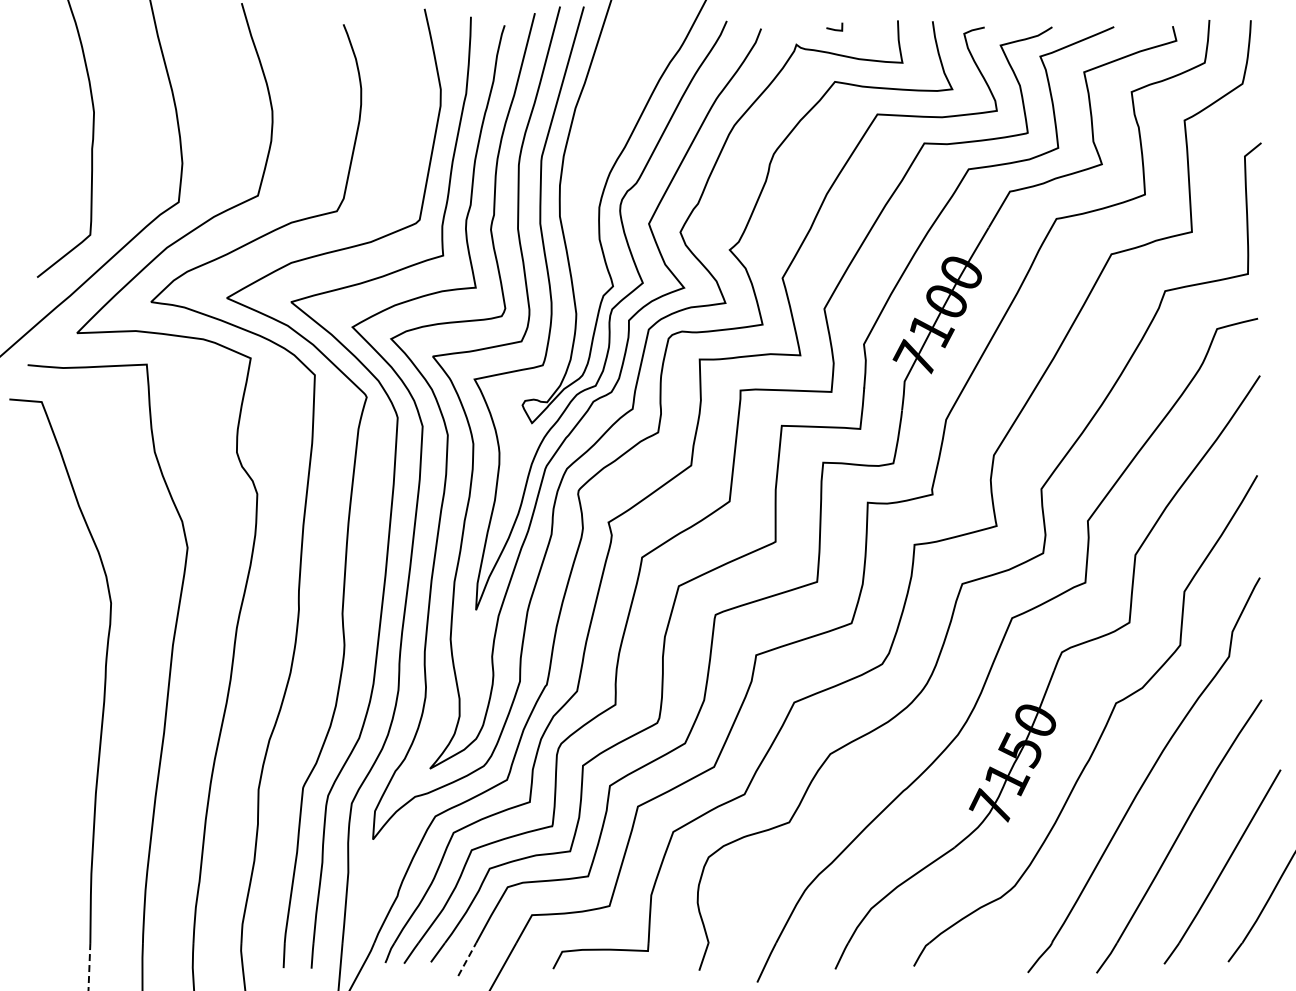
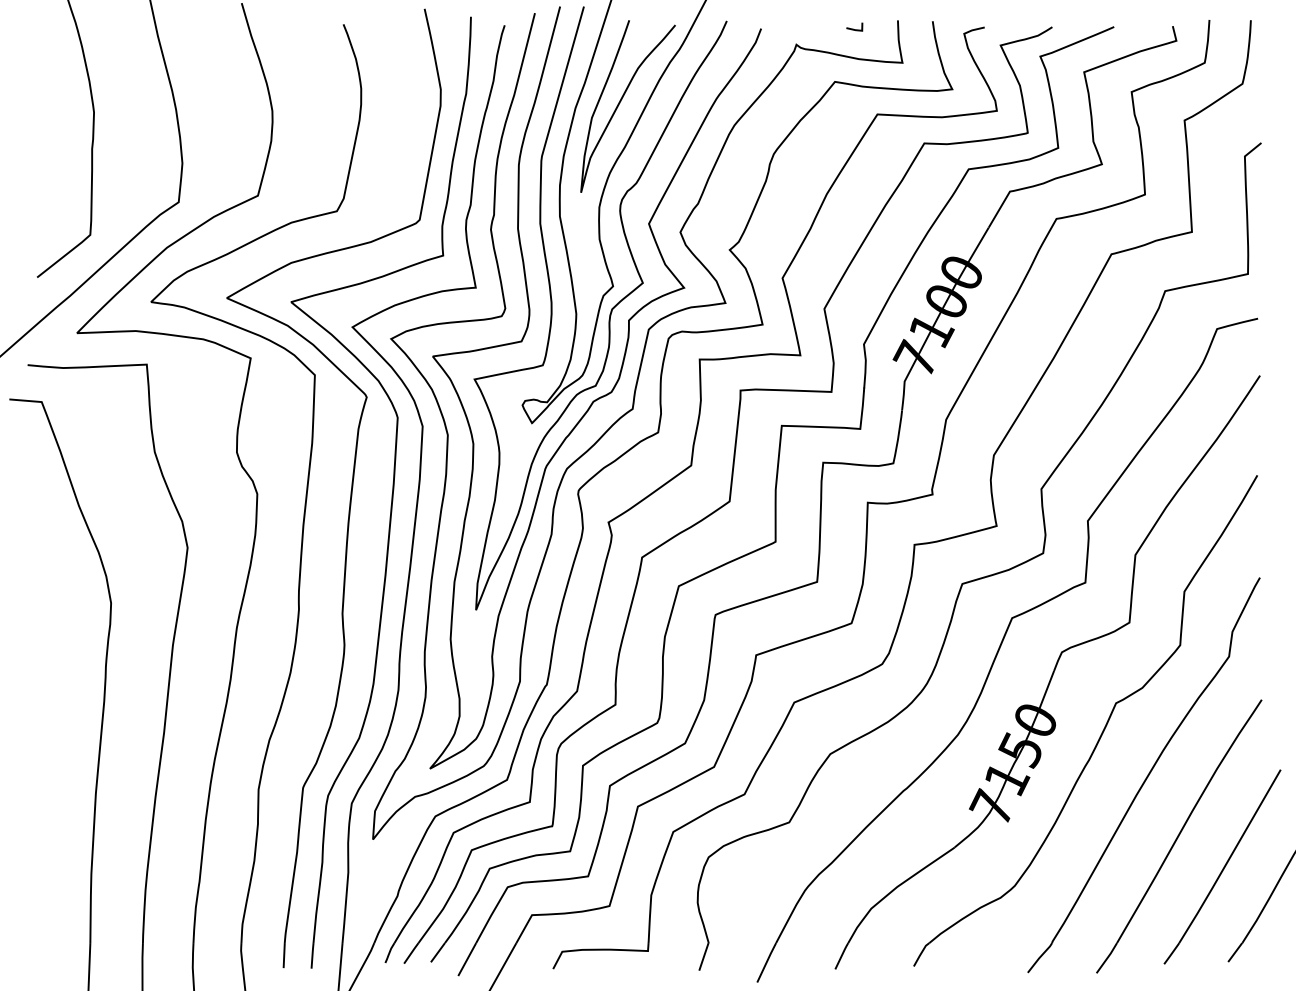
line at (833, 28) position: (833, 28) -> (853, 28)
curve at (620, 103): none -> present
line at (467, 959): dashed -> solid
line at (89, 966): dashed -> solid
